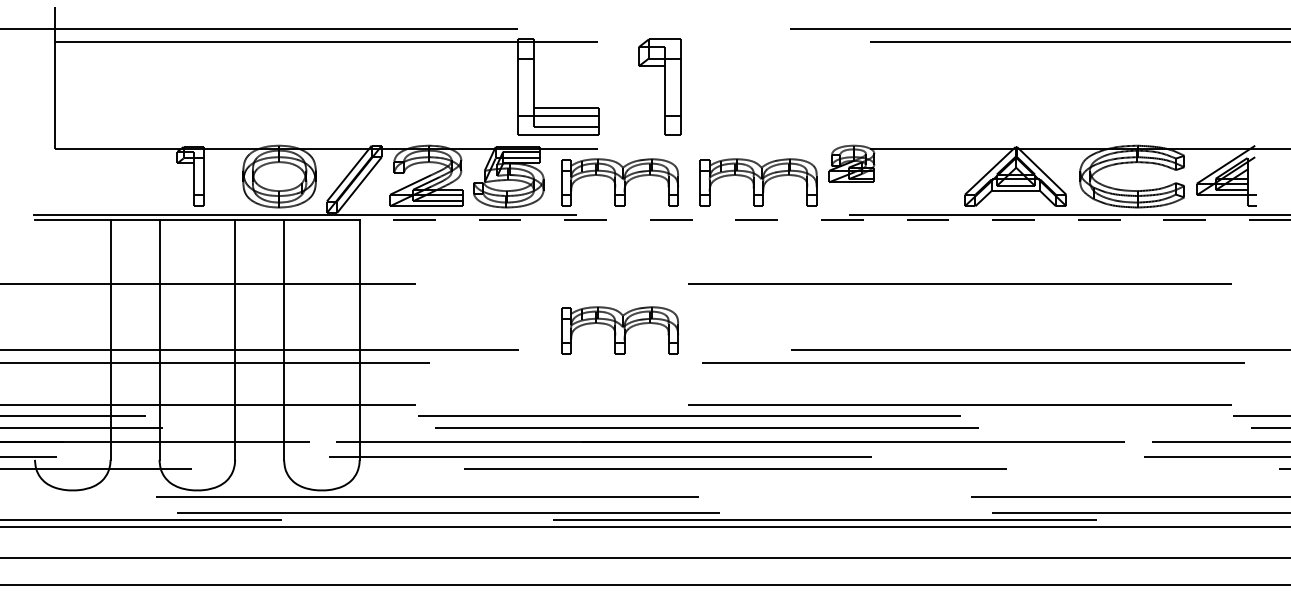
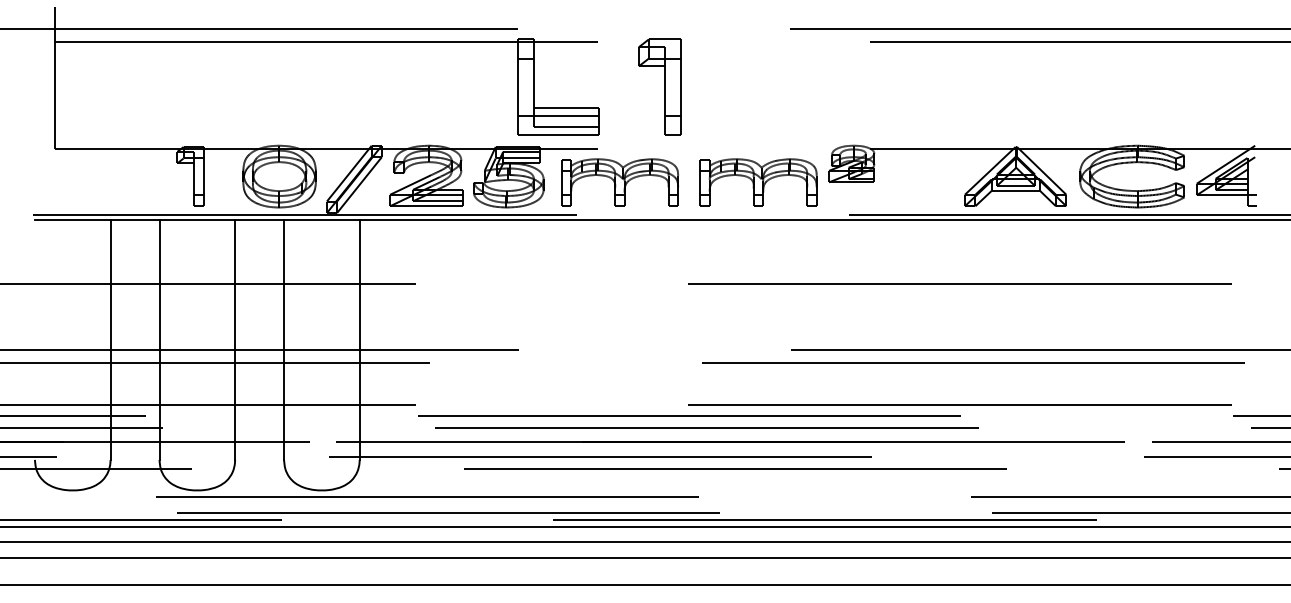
line at (824, 219): dashed -> solid
part at (619, 330): present -> none
line at (644, 542): none -> present
